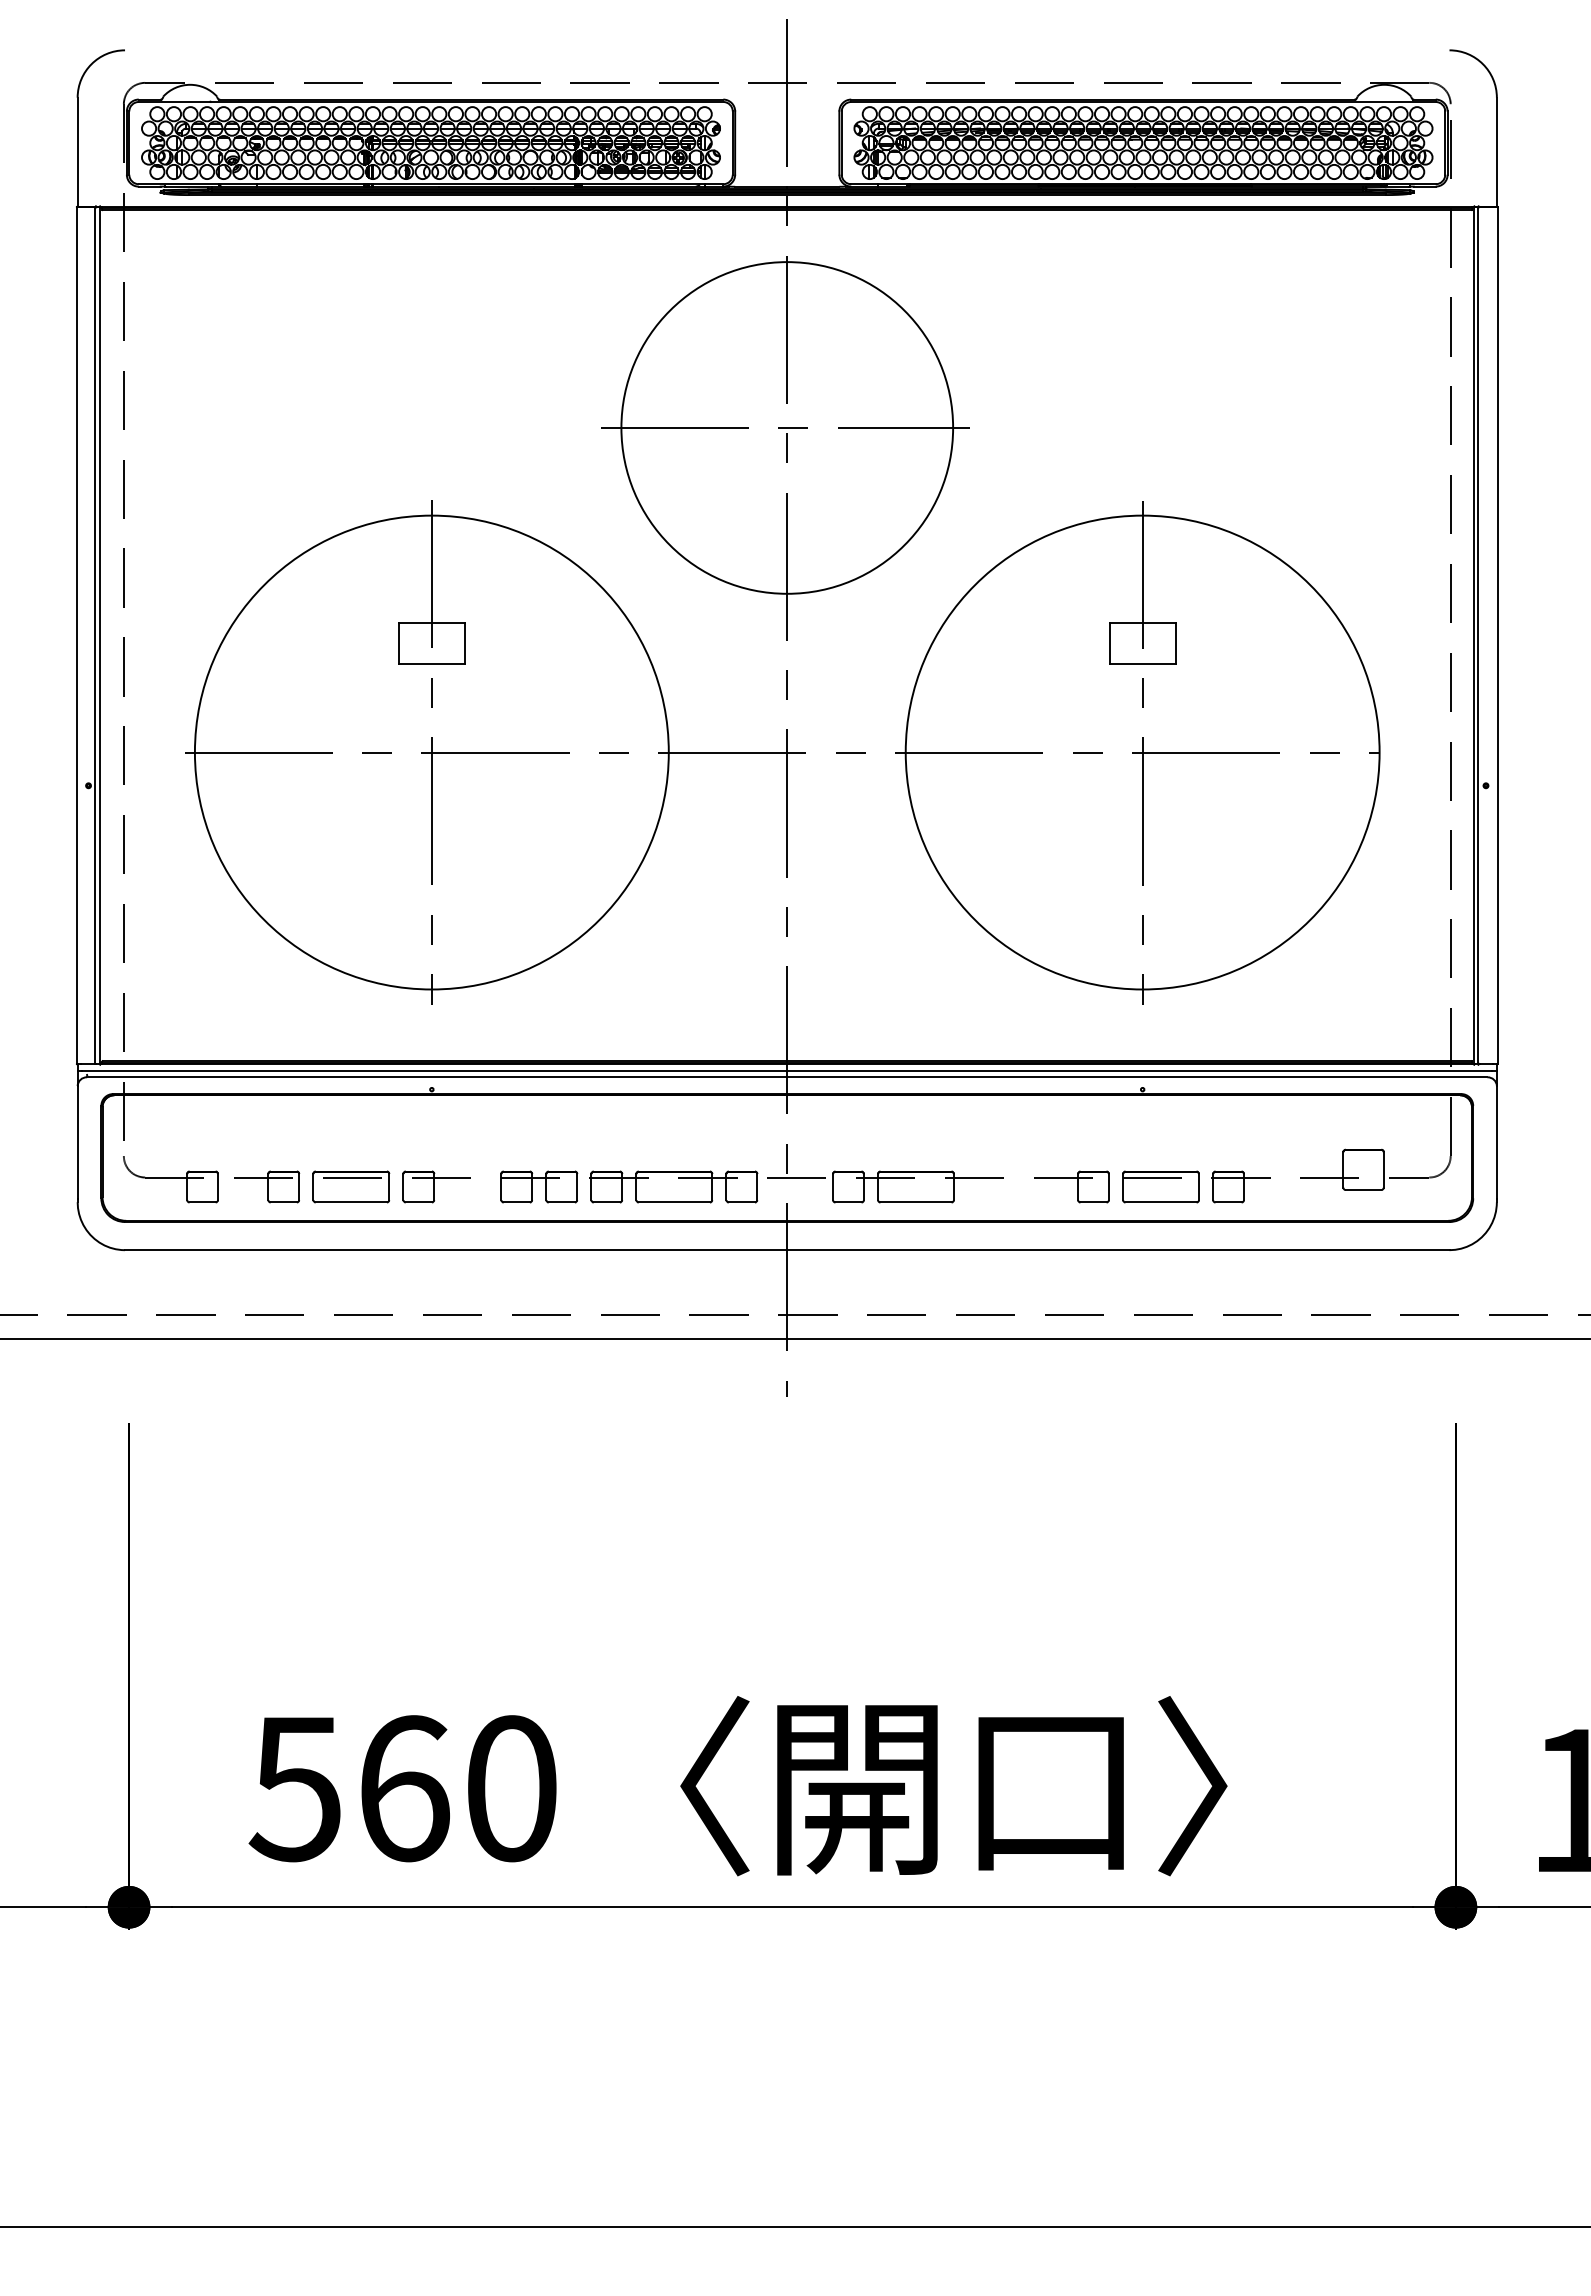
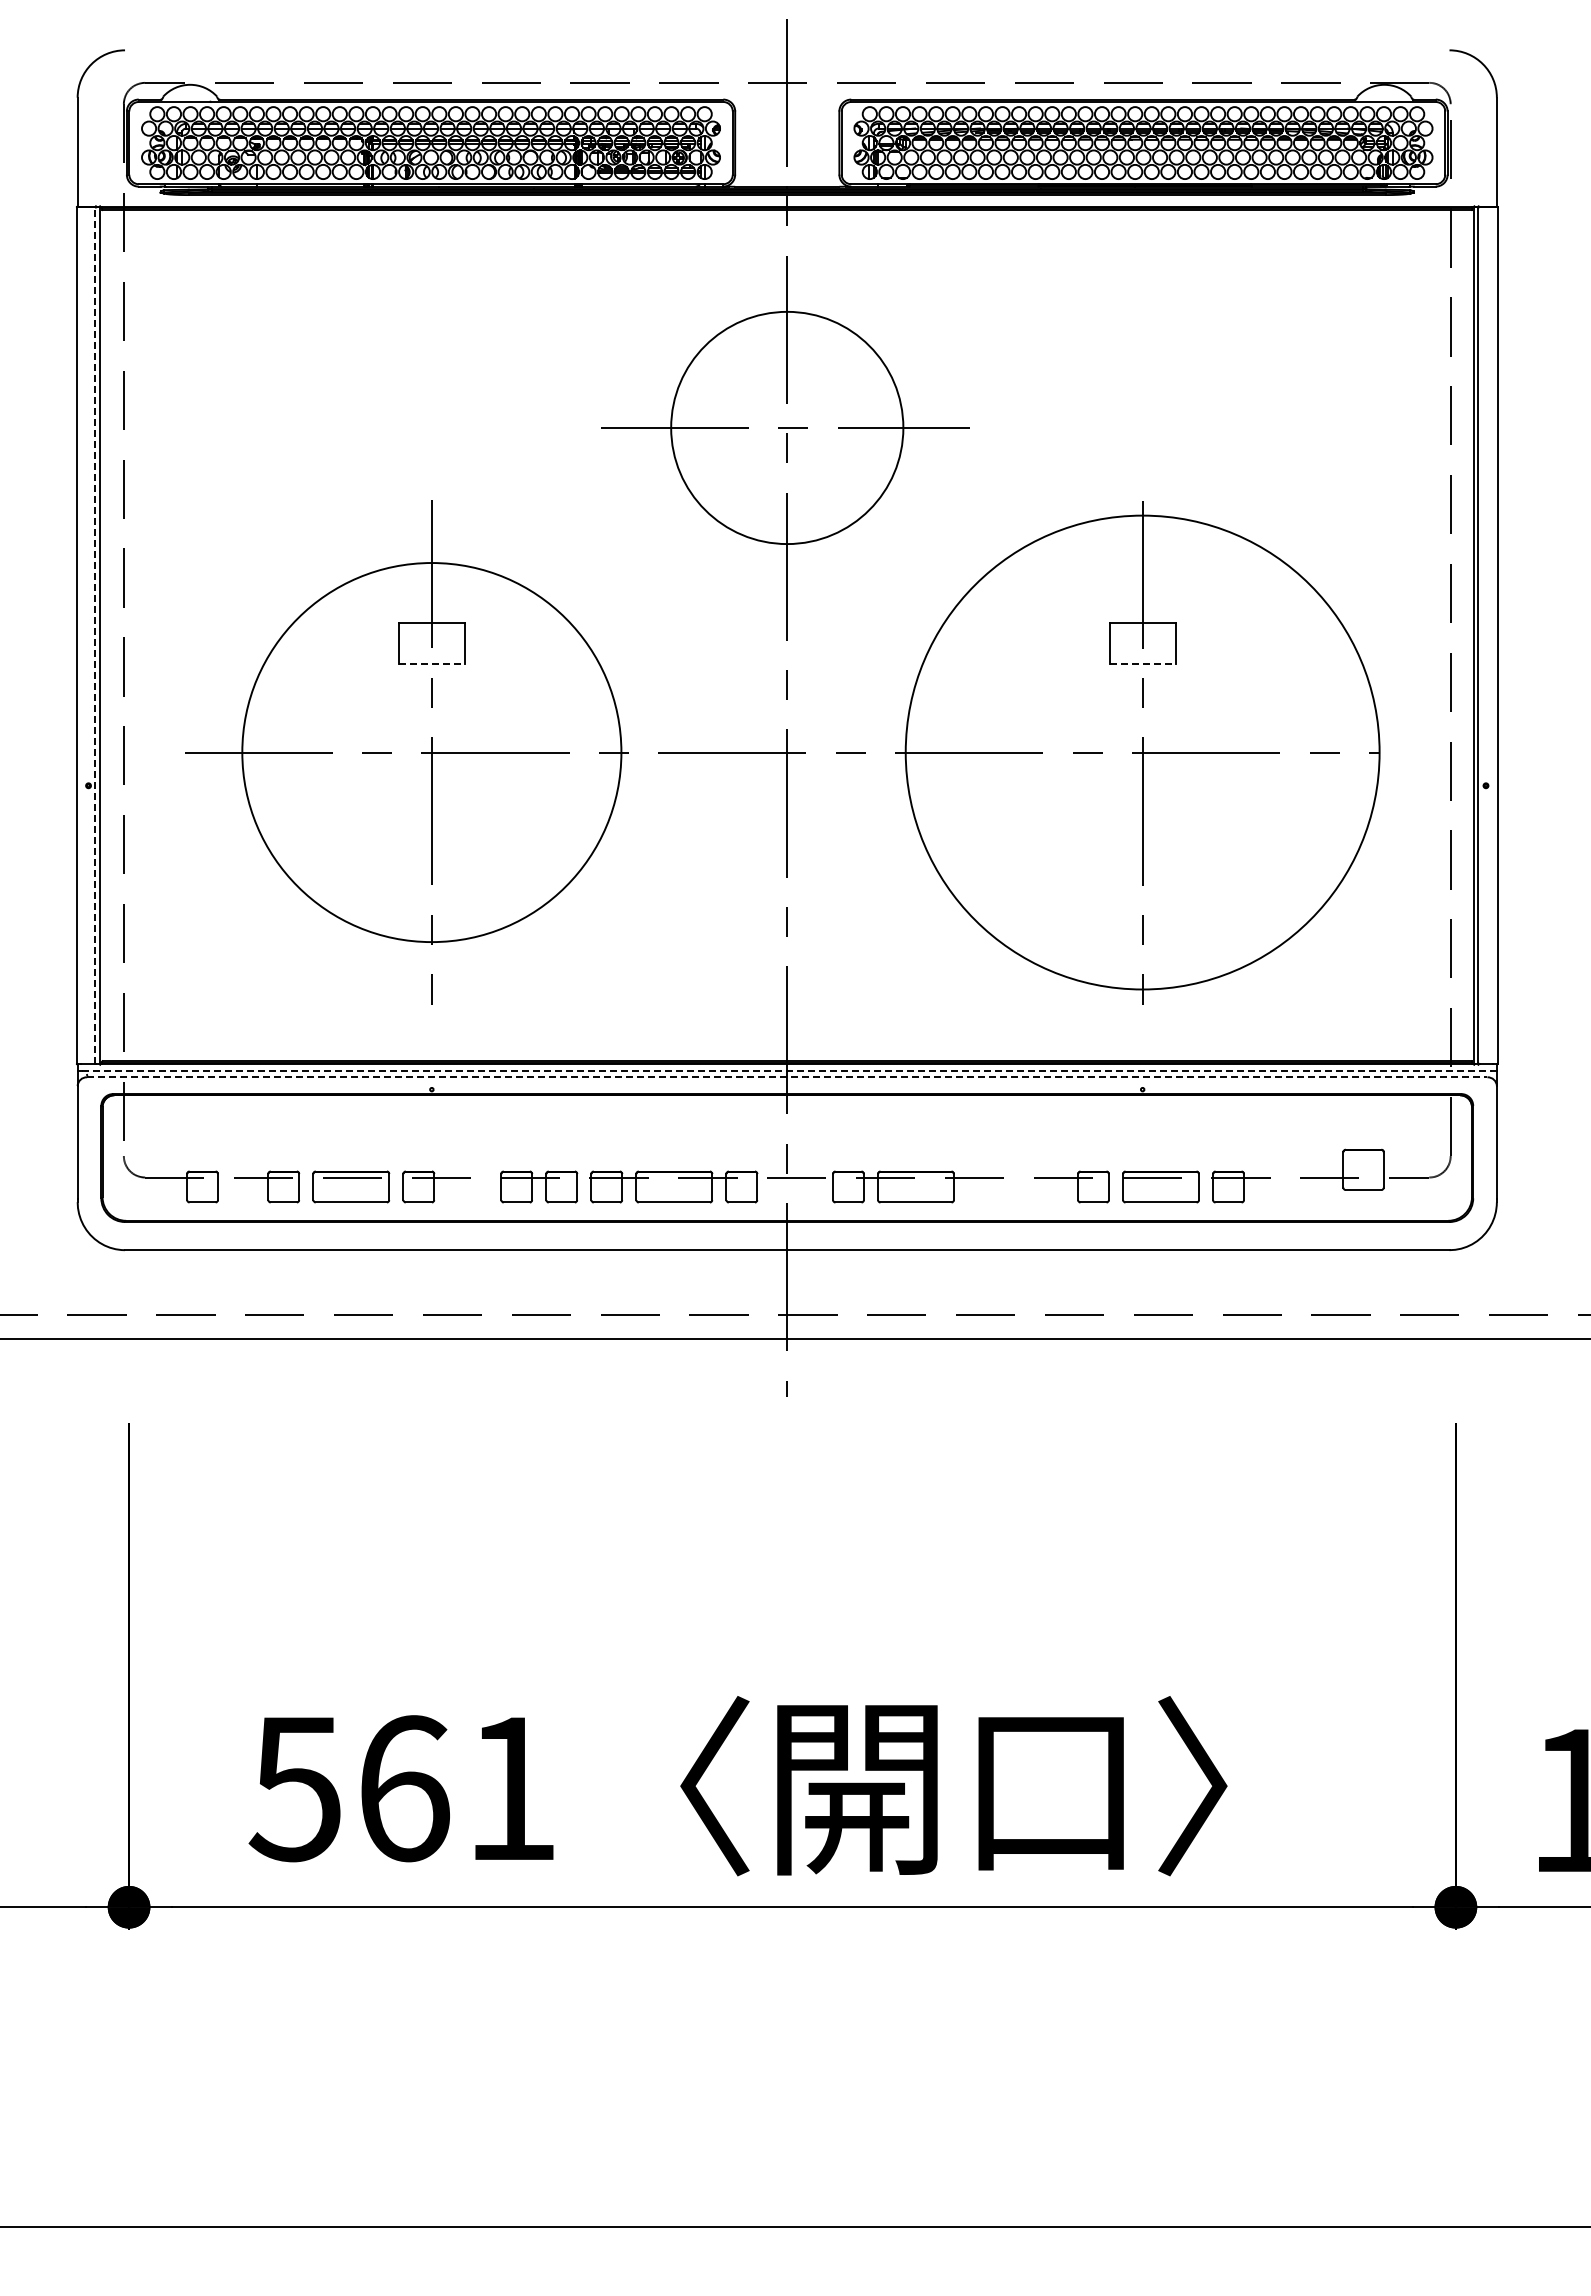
circle at (787, 427) diameter: 332 px -> 232 px
line at (95, 635): solid -> dashed
line at (432, 663): solid -> dashed
line at (1143, 663): solid -> dashed
circle at (431, 752) diameter: 474 px -> 379 px
line at (787, 1070): solid -> dashed
line at (787, 1077): solid -> dashed
text at (512, 1788): 560 -> 561
